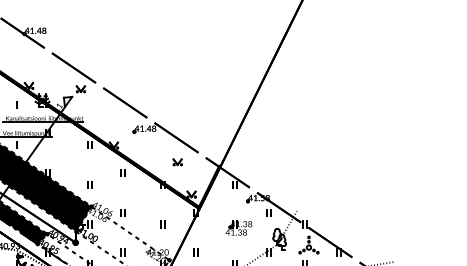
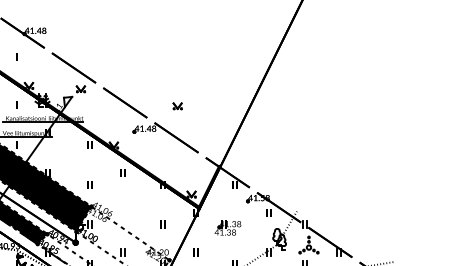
part at (16, 56): none -> present
part at (177, 162) position: (177, 162) -> (177, 106)
part at (122, 212): present -> none
part at (238, 227) position: (238, 227) -> (227, 227)
